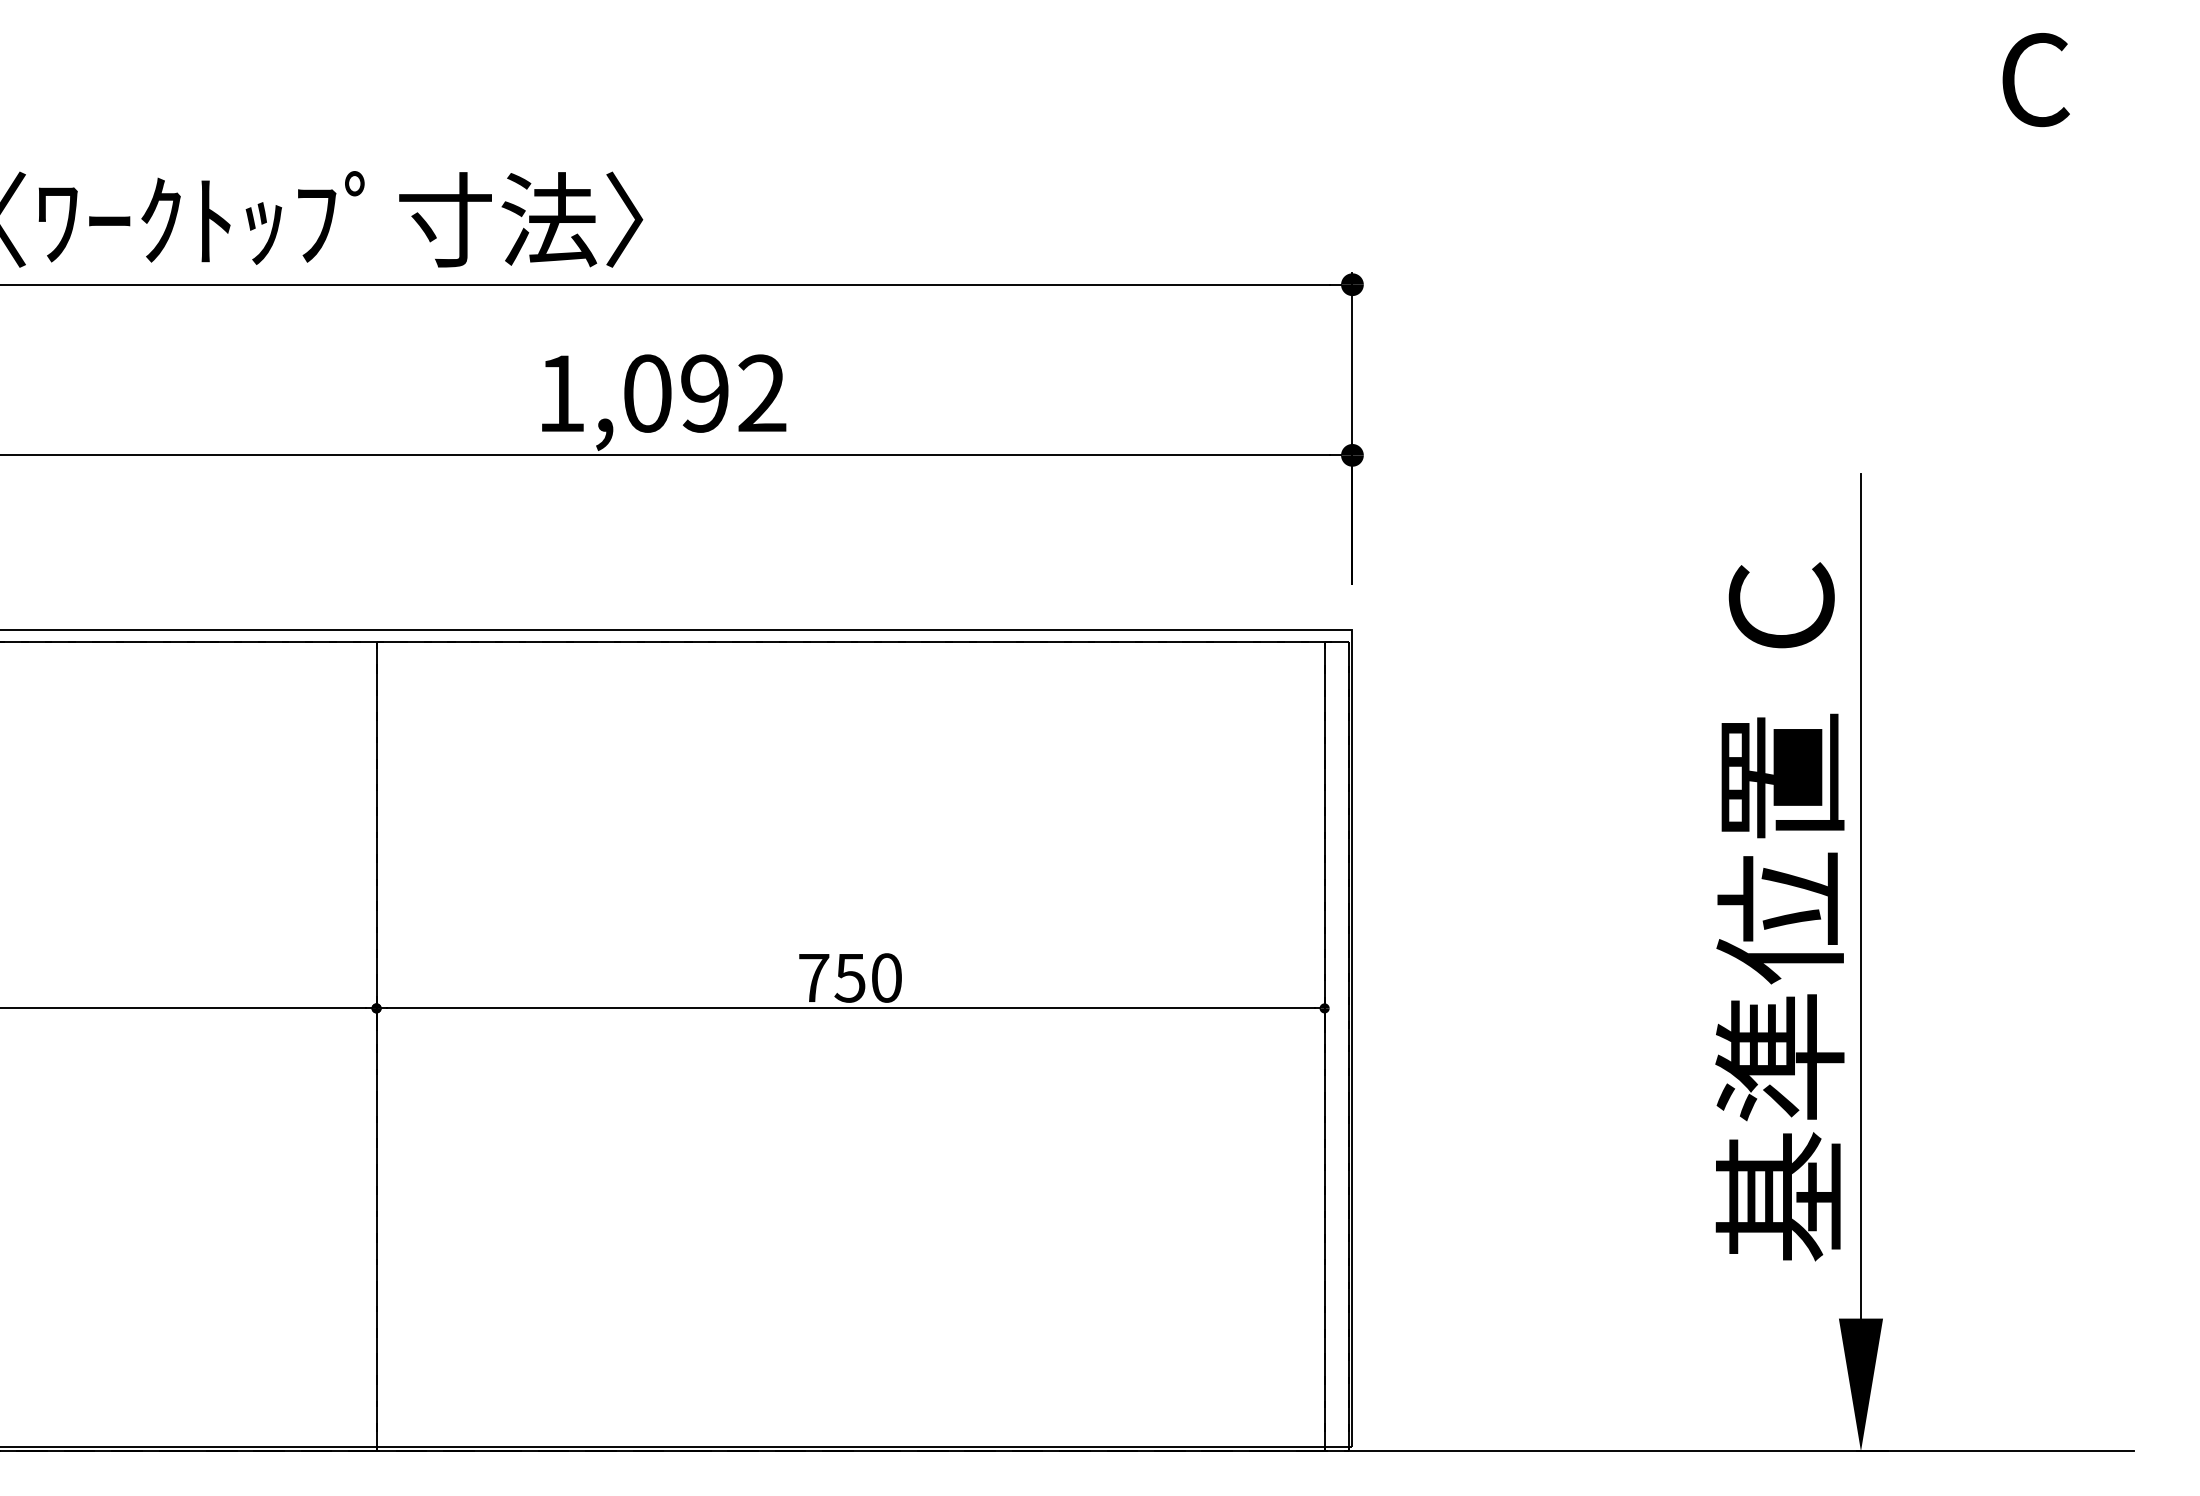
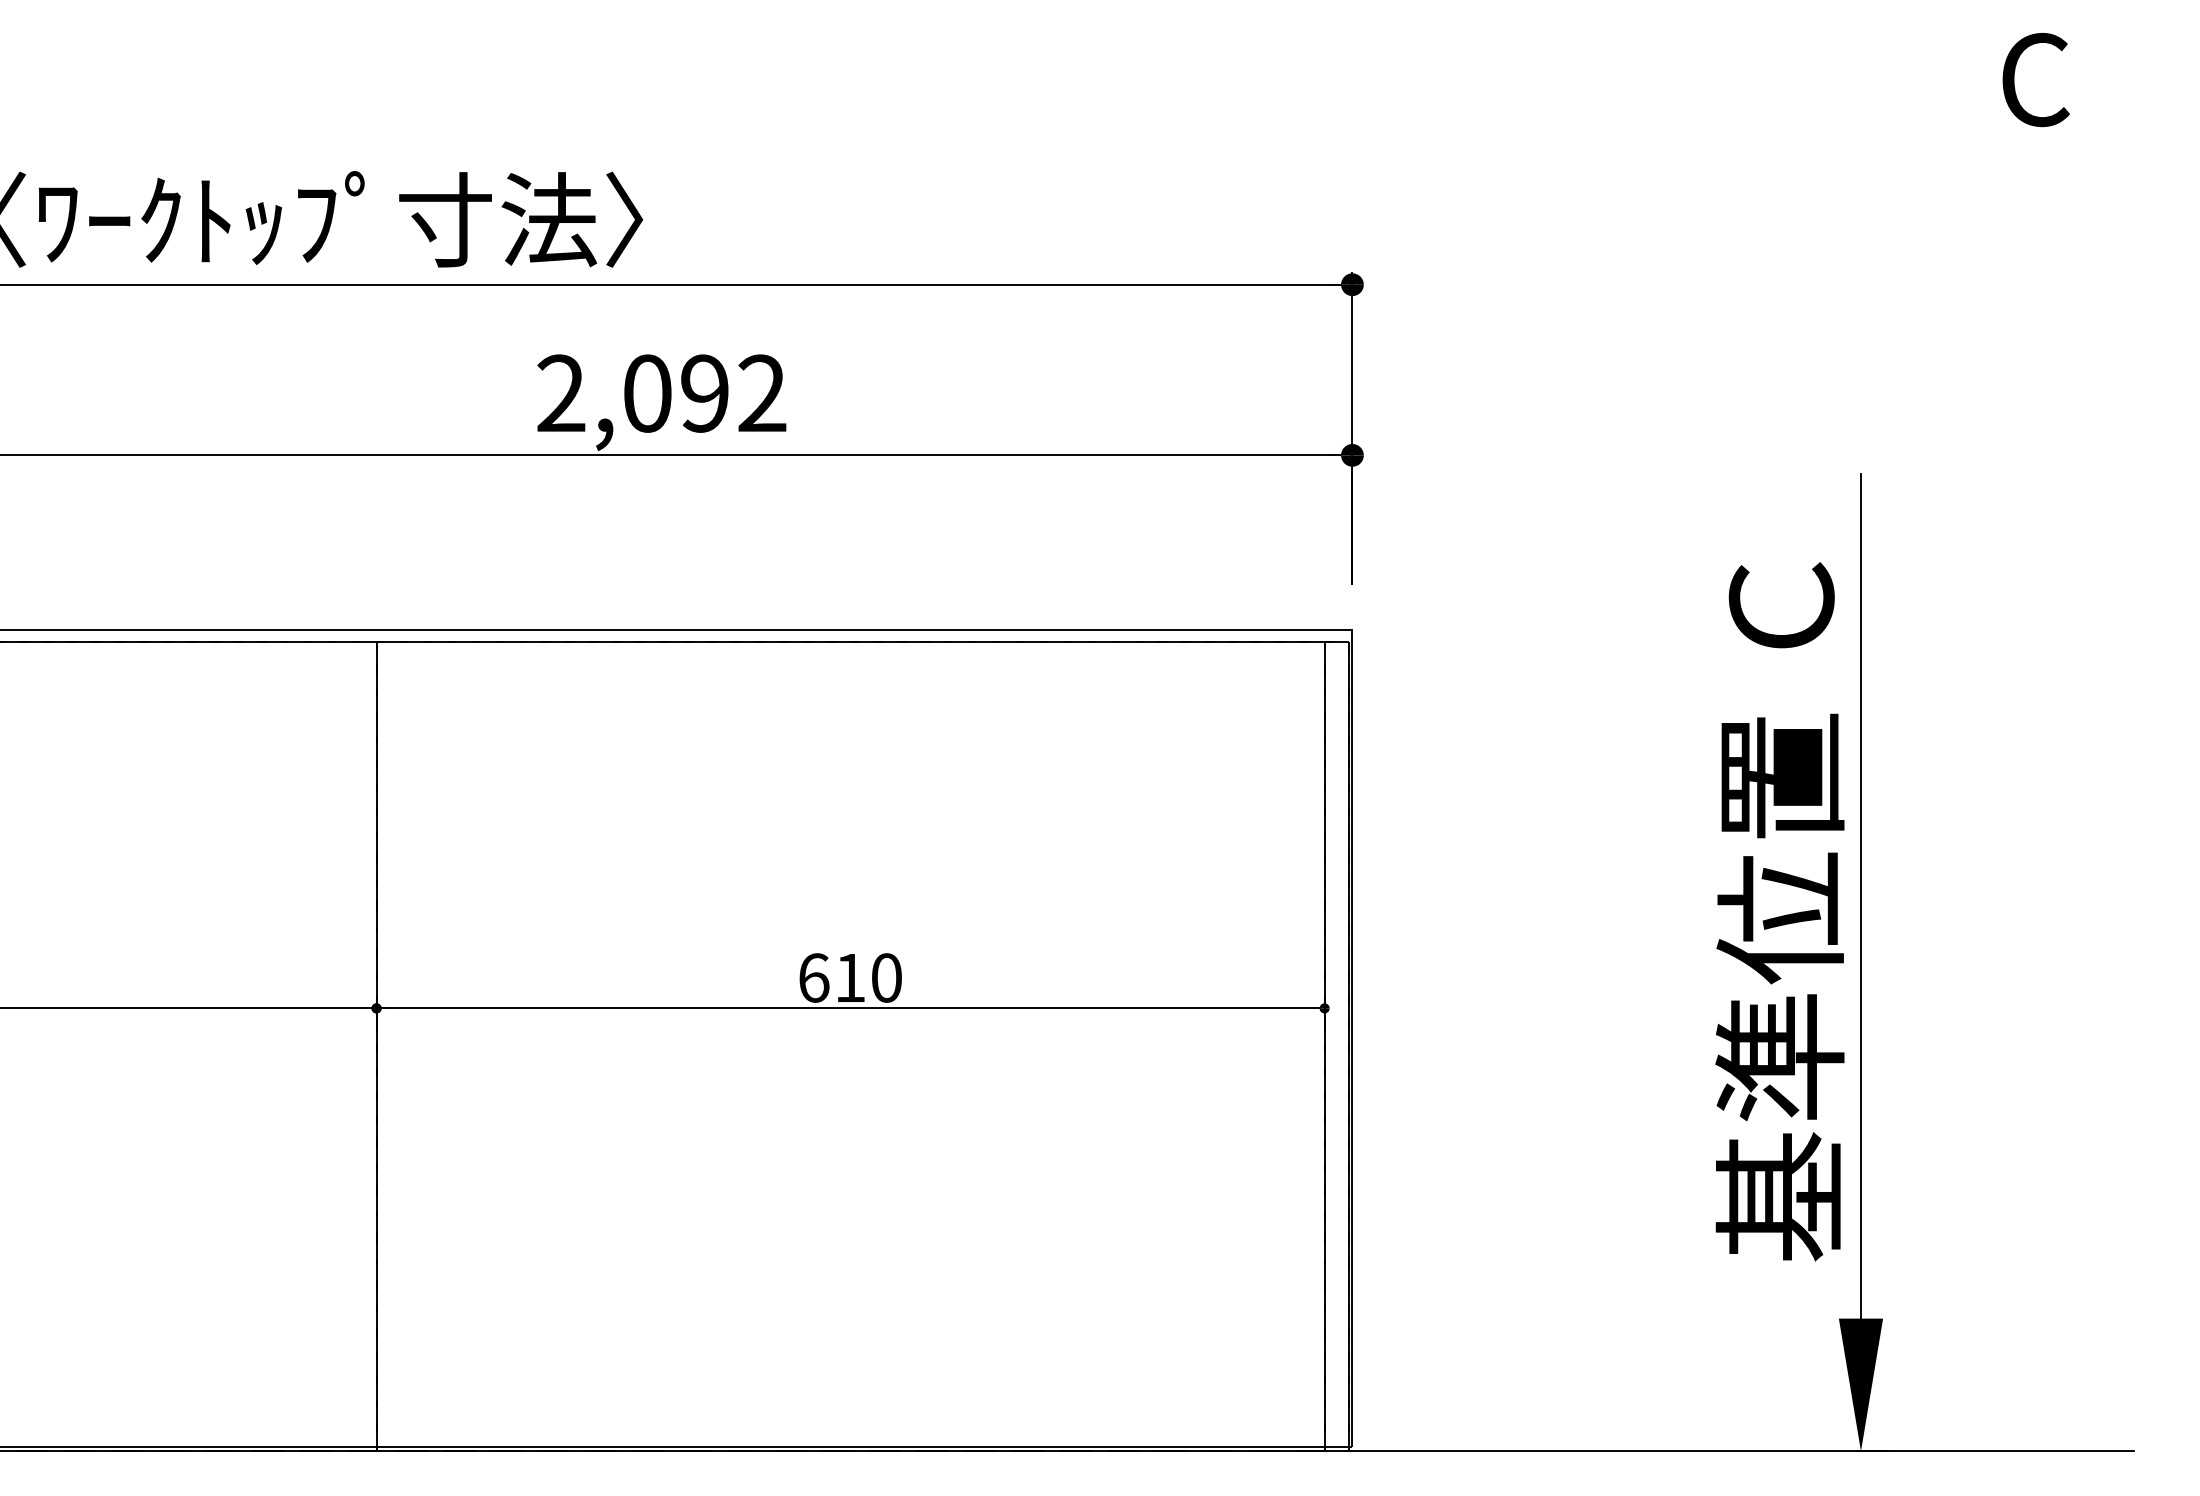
text at (561, 392): 1,092 -> 2,092
text at (832, 977): 750 -> 610
